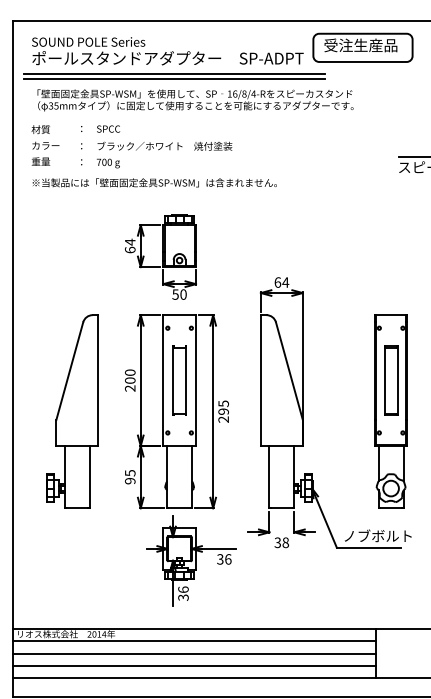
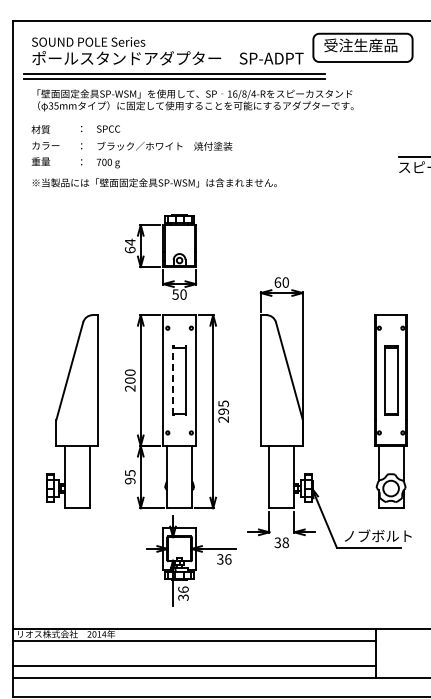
text at (285, 282): 64 -> 60
line at (173, 380): solid -> dashed
line at (194, 653): present -> none
